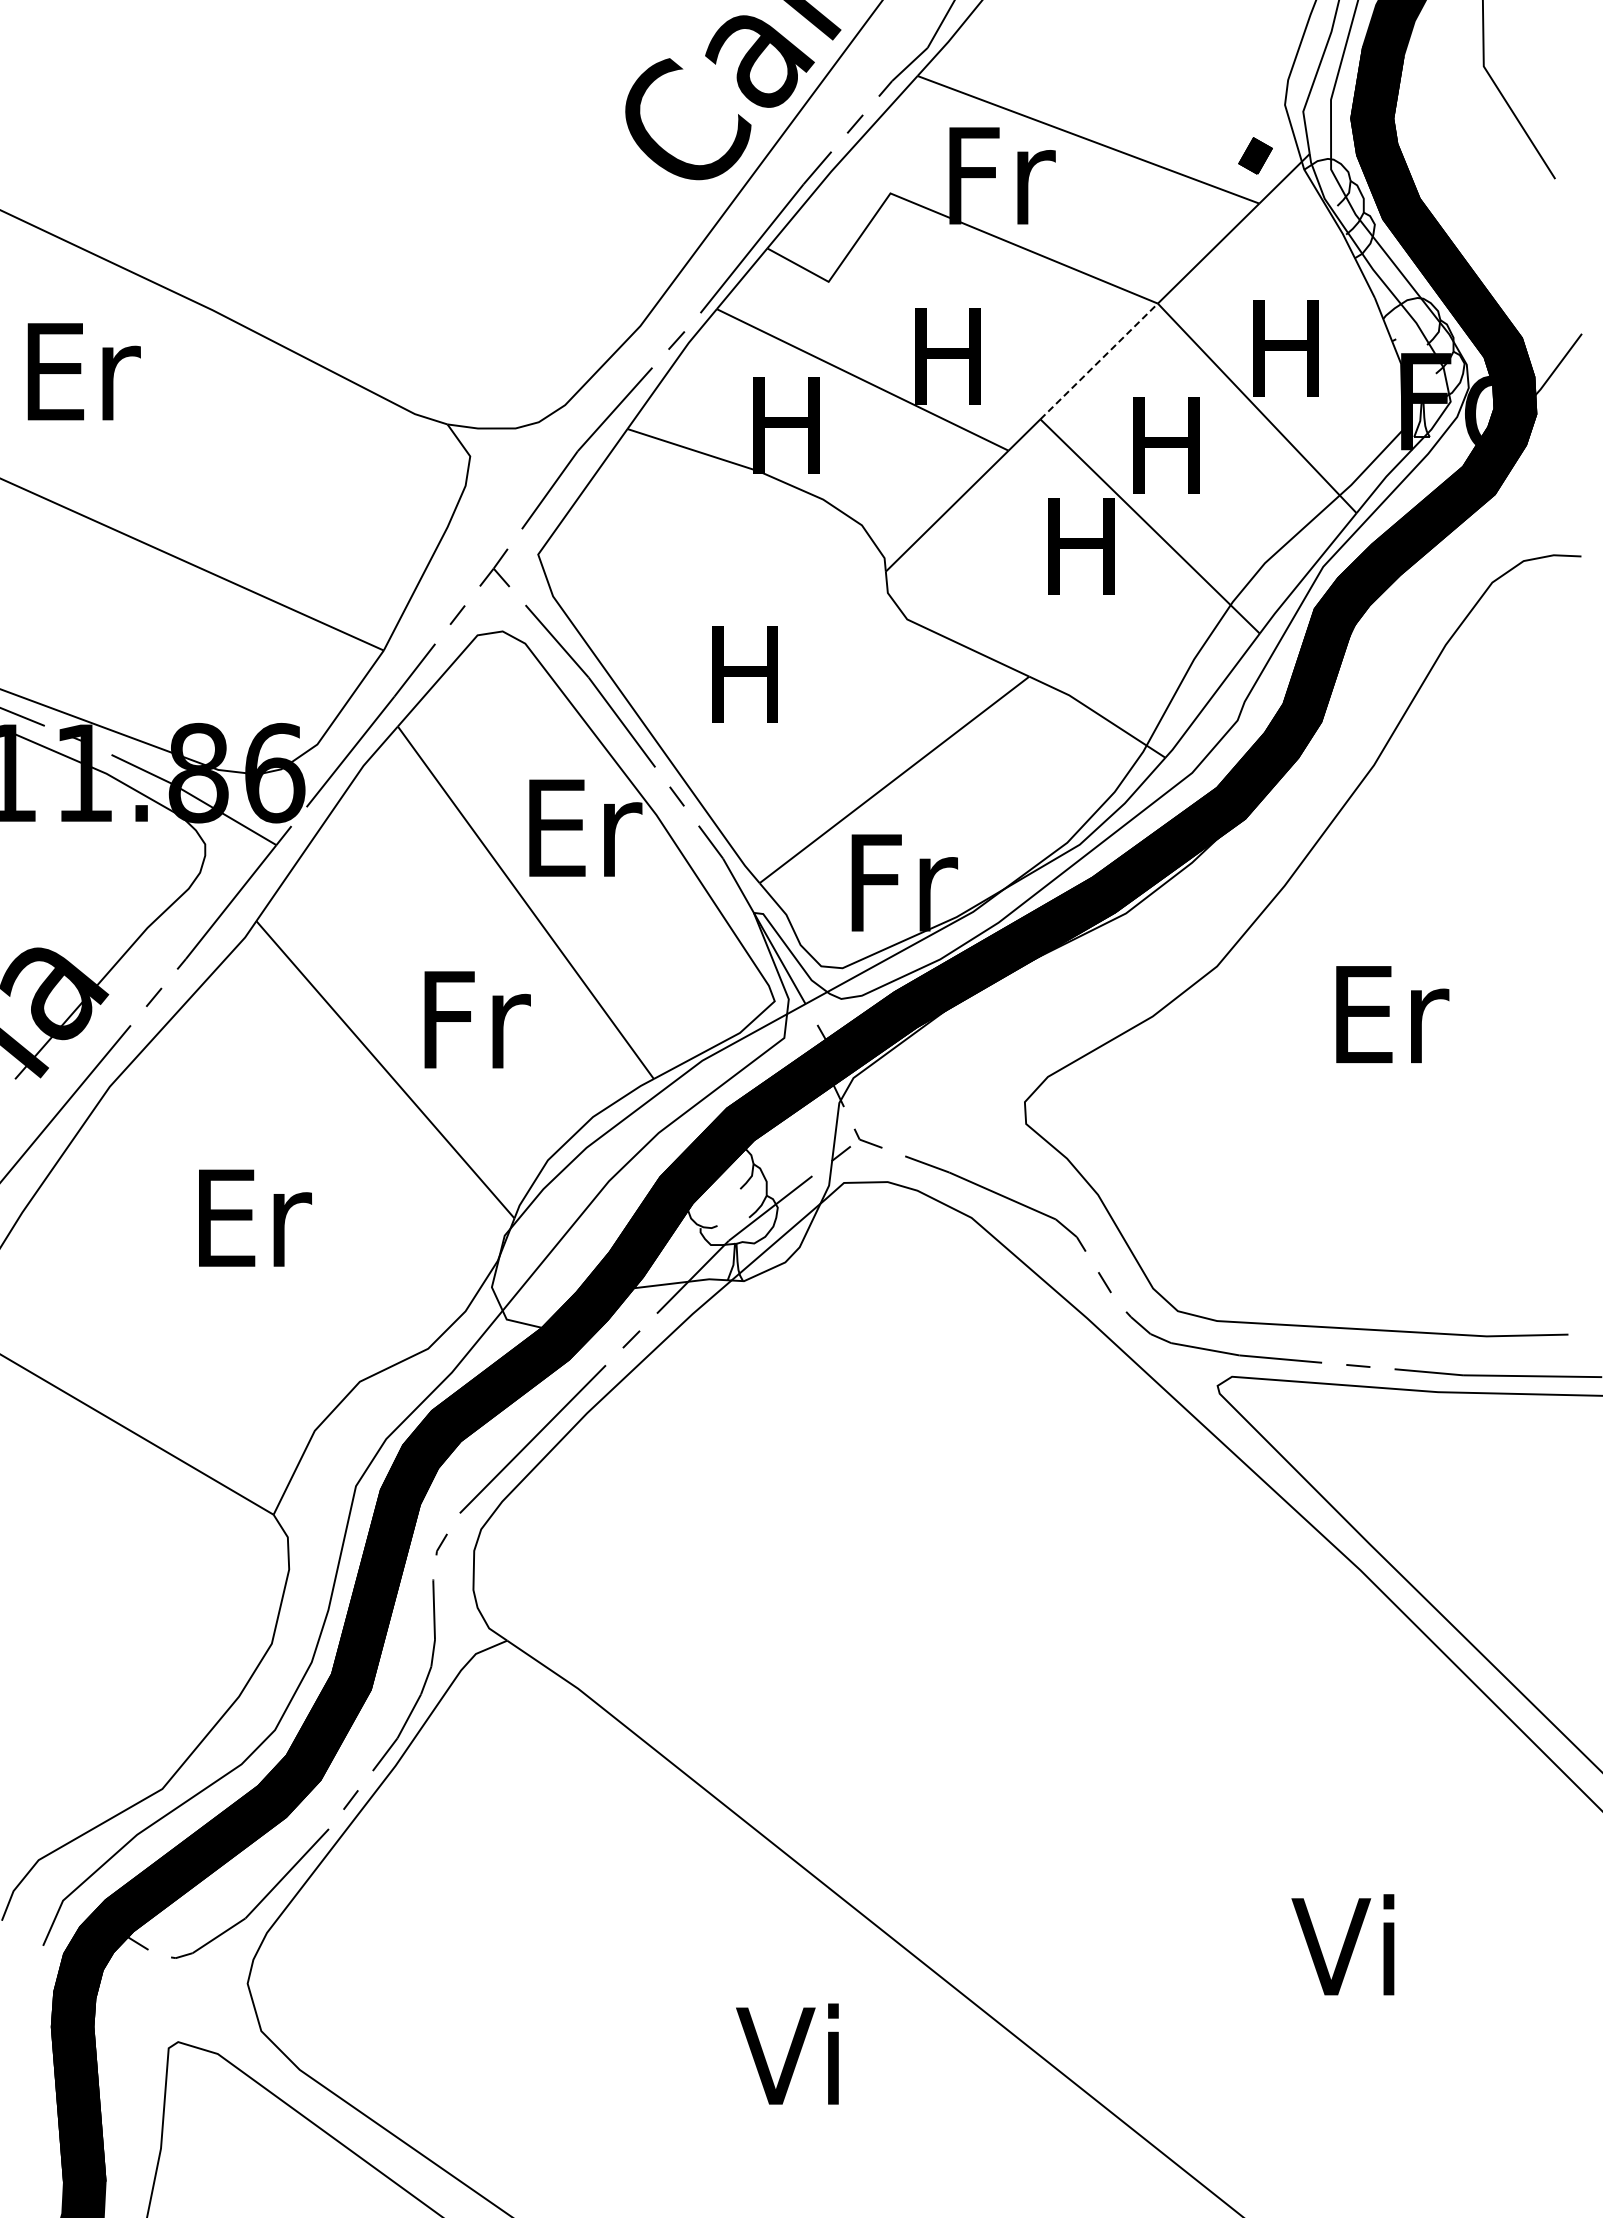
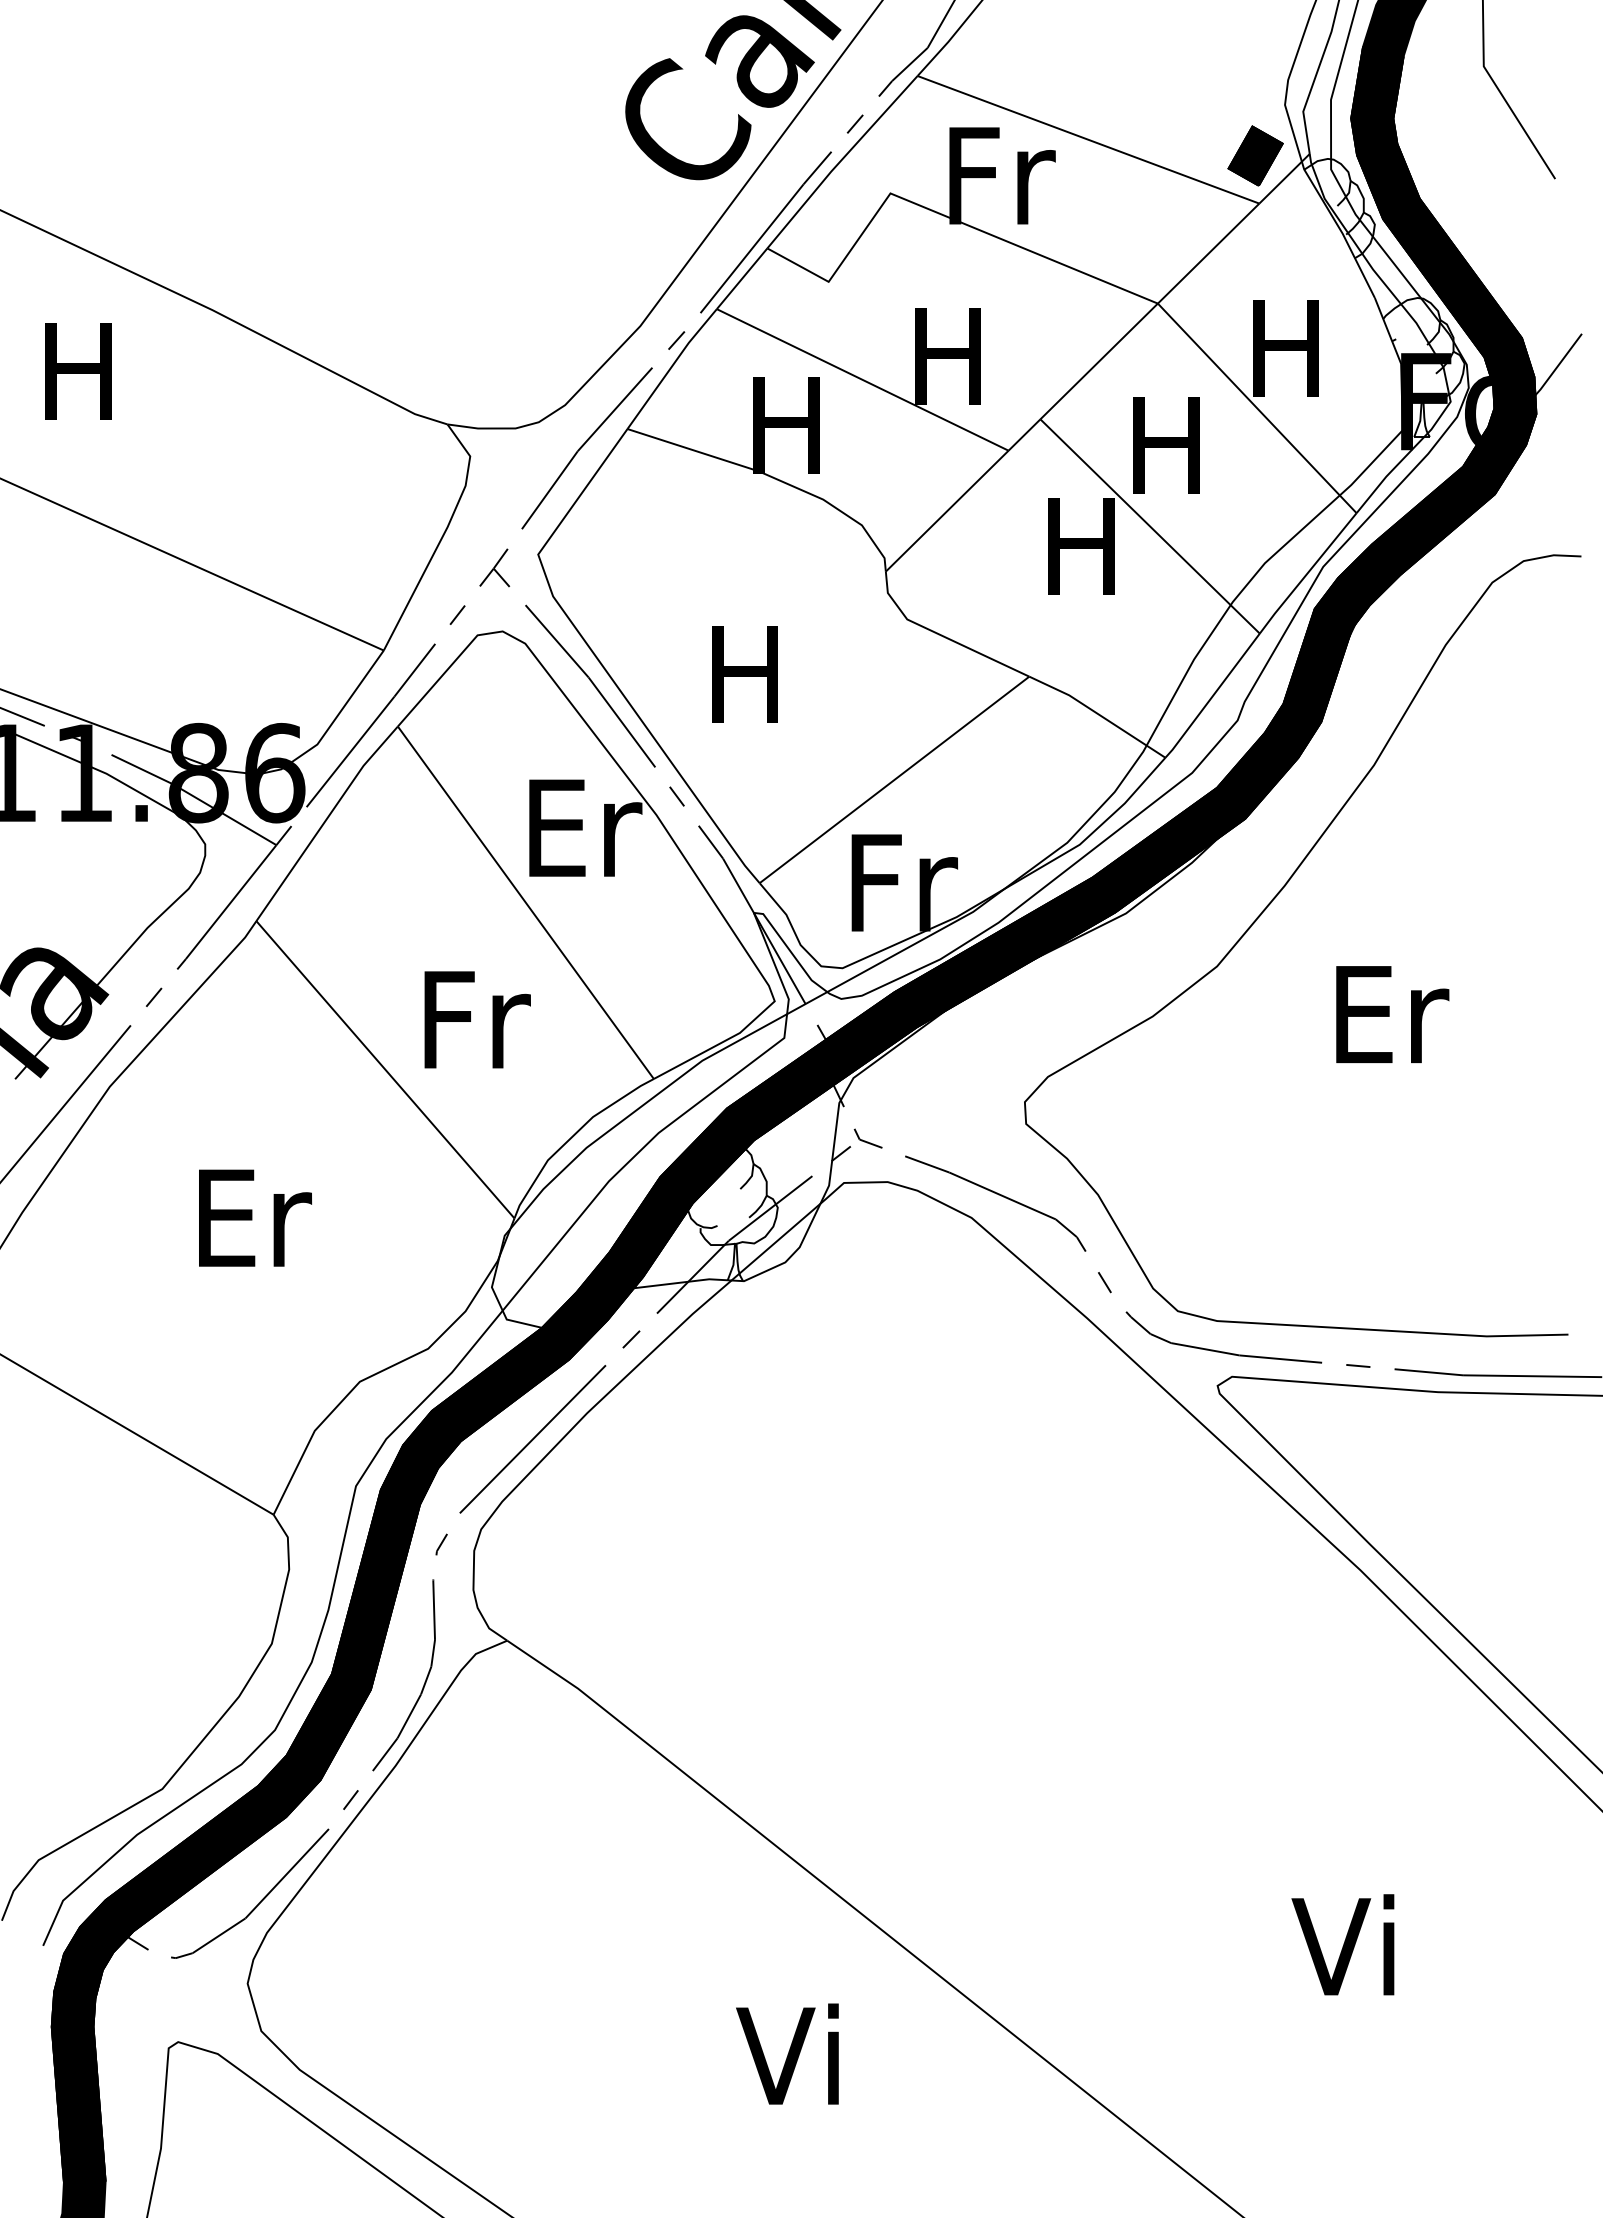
part at (1255, 155) size: 35x38 px -> 57x62 px
line at (1099, 361): dashed -> solid
text at (83, 371): Er -> H
